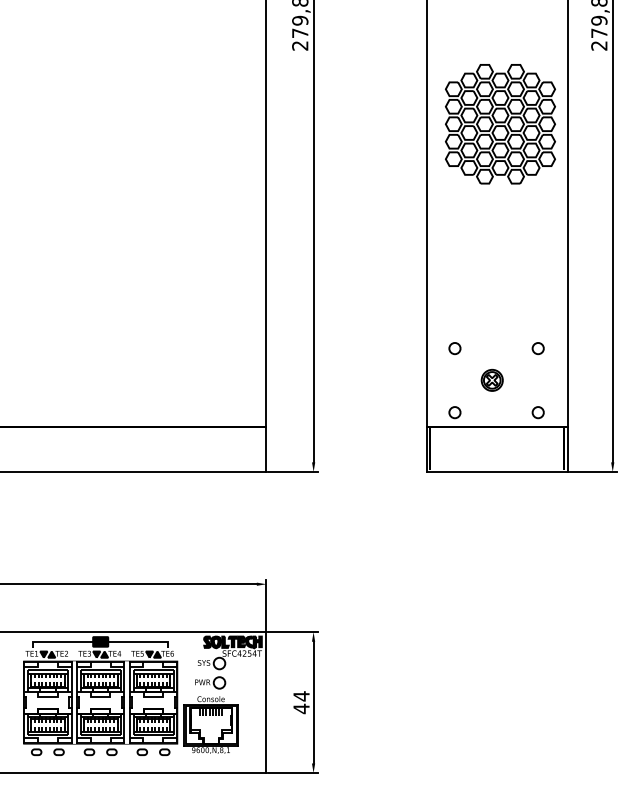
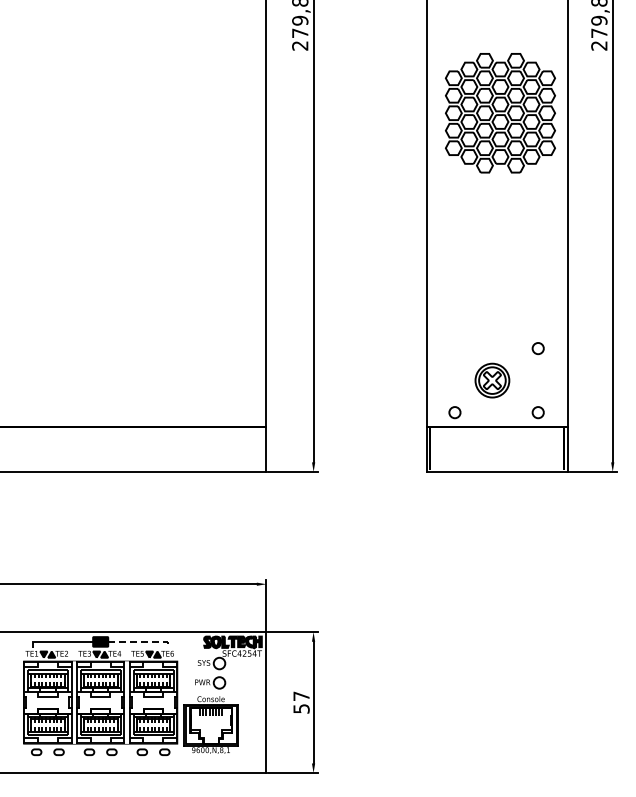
part at (500, 124) position: (500, 124) -> (500, 113)
circle at (454, 348): present -> none
part at (491, 379) size: 24x24 px -> 37x37 px
line at (142, 641): solid -> dashed
text at (301, 702): 44 -> 57
